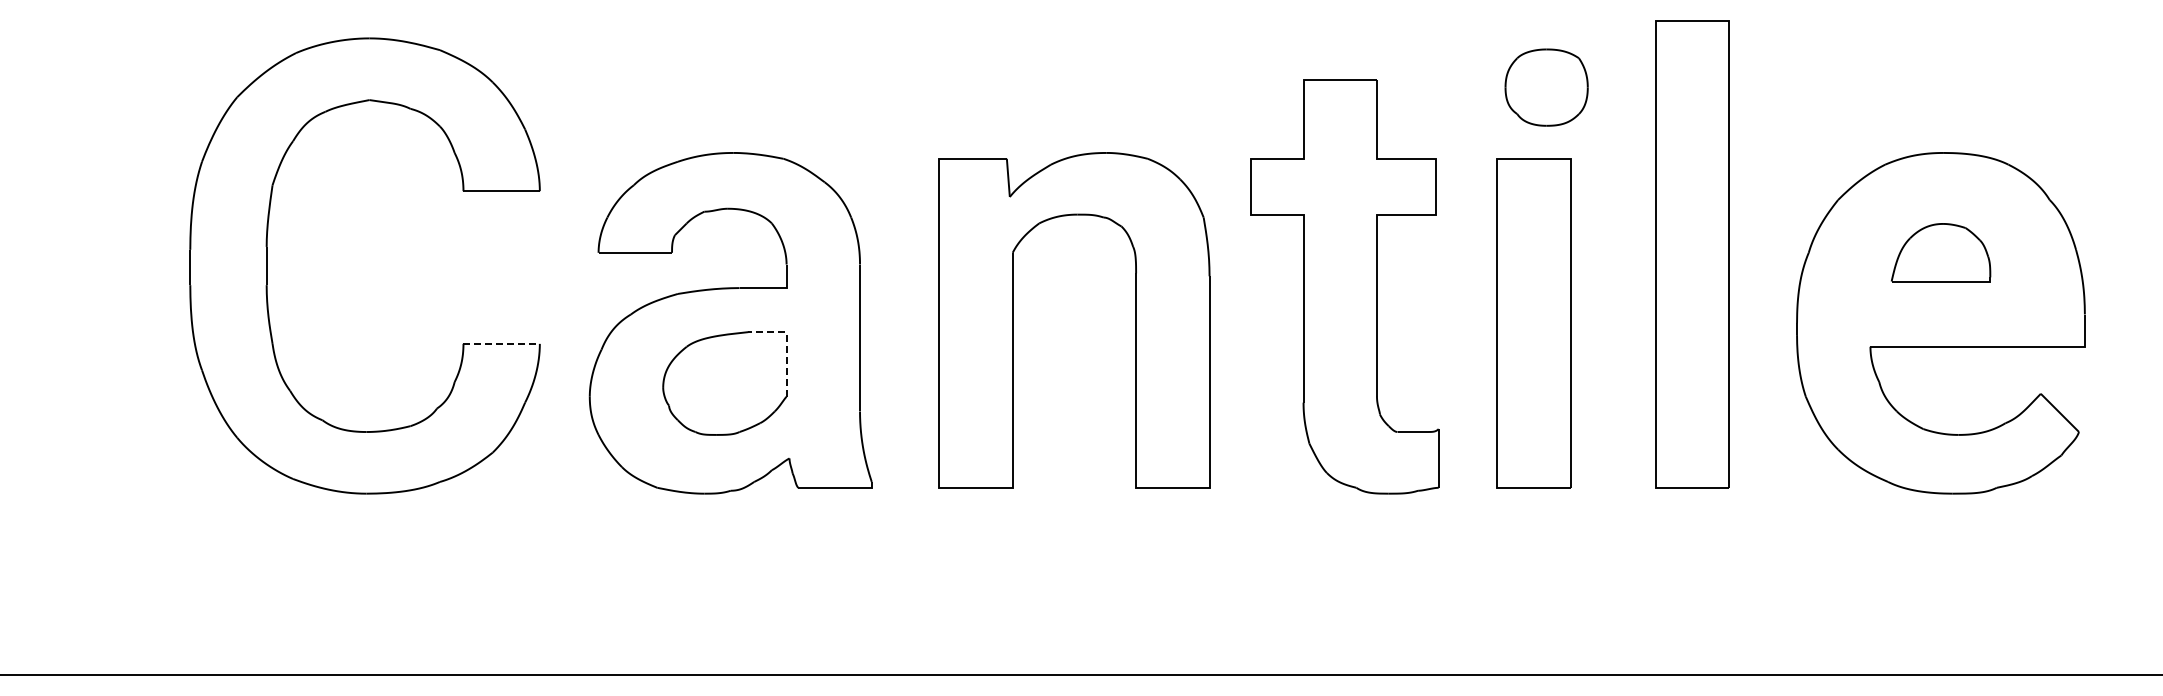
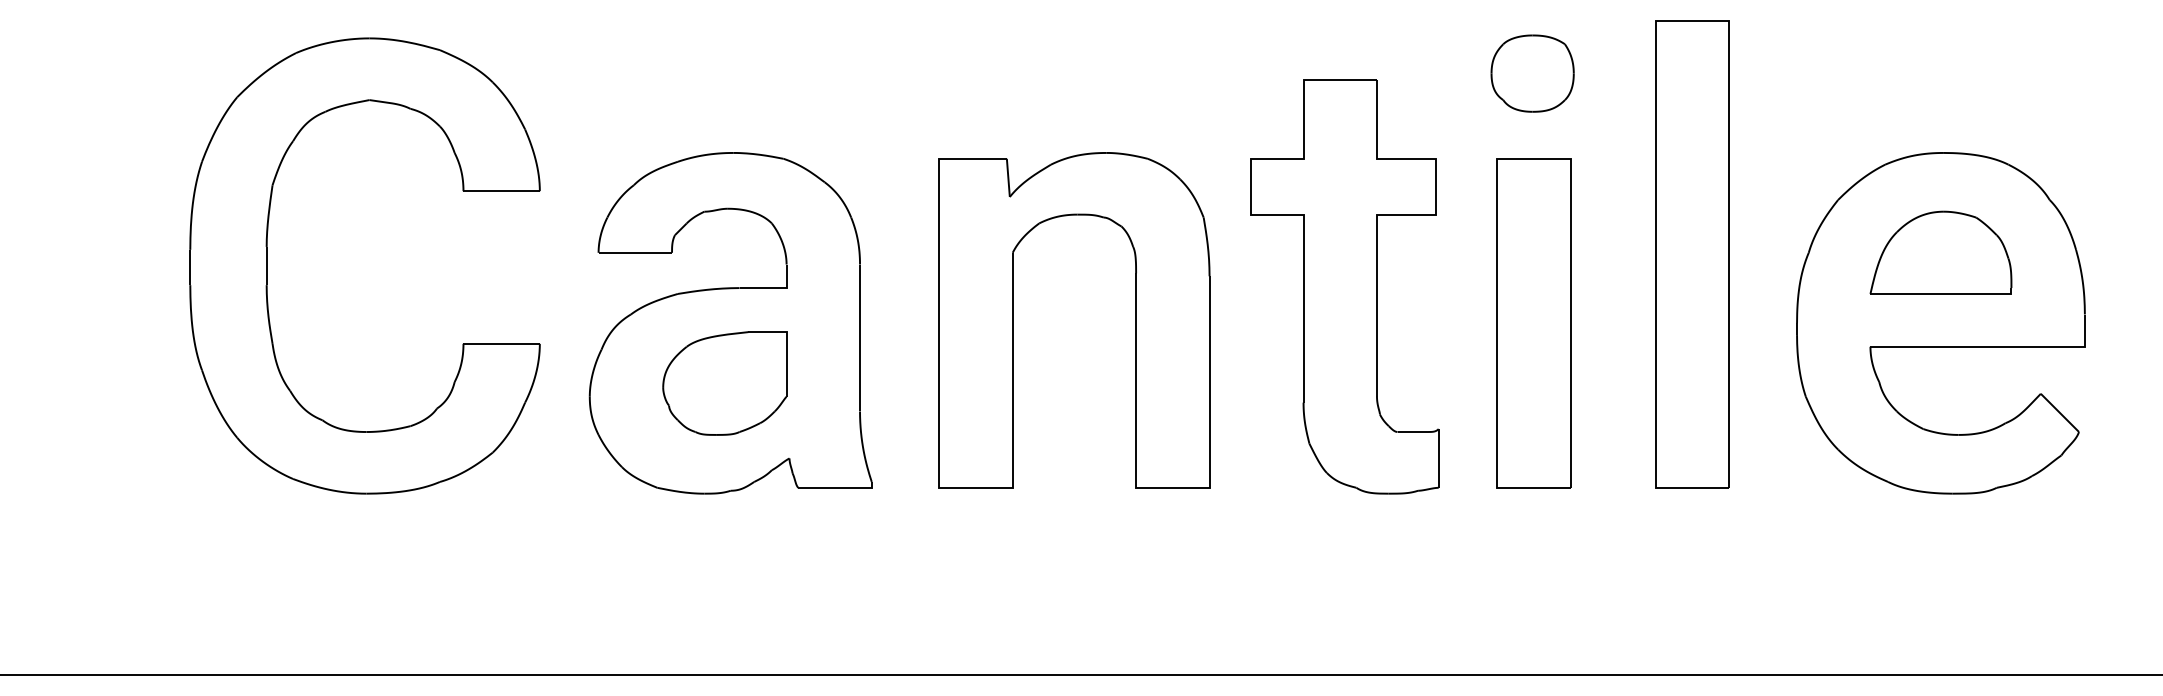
part at (1546, 87) position: (1546, 87) -> (1532, 73)
part at (1940, 252) size: 102x60 px -> 144x85 px
line at (502, 343): dashed -> solid
line at (786, 344): dashed -> solid
